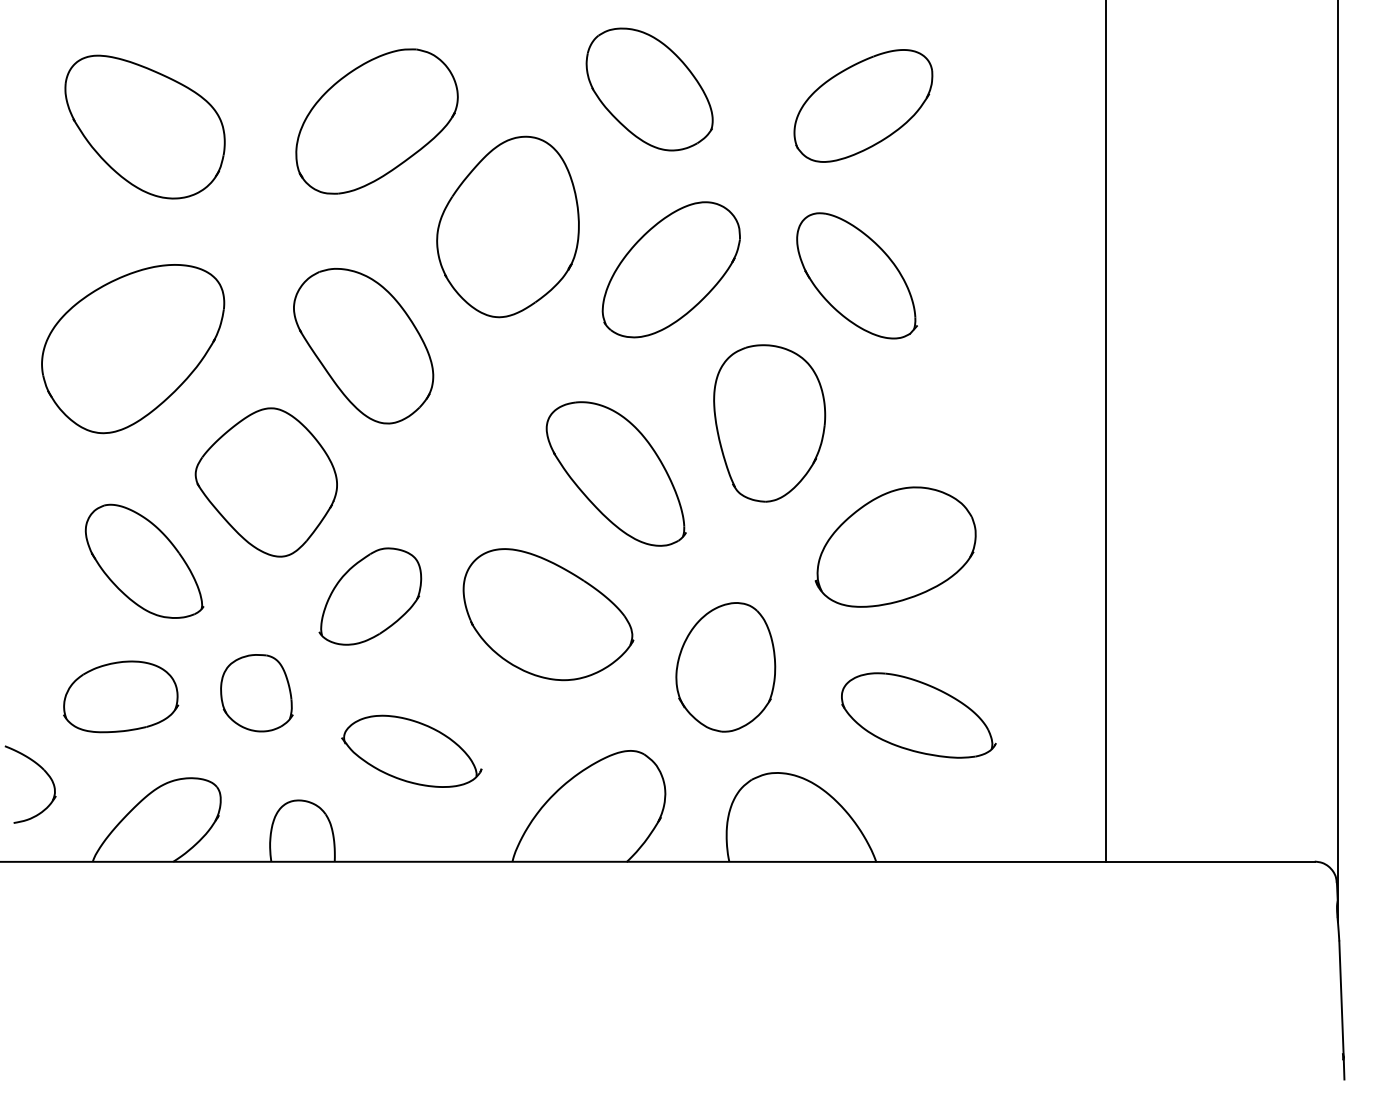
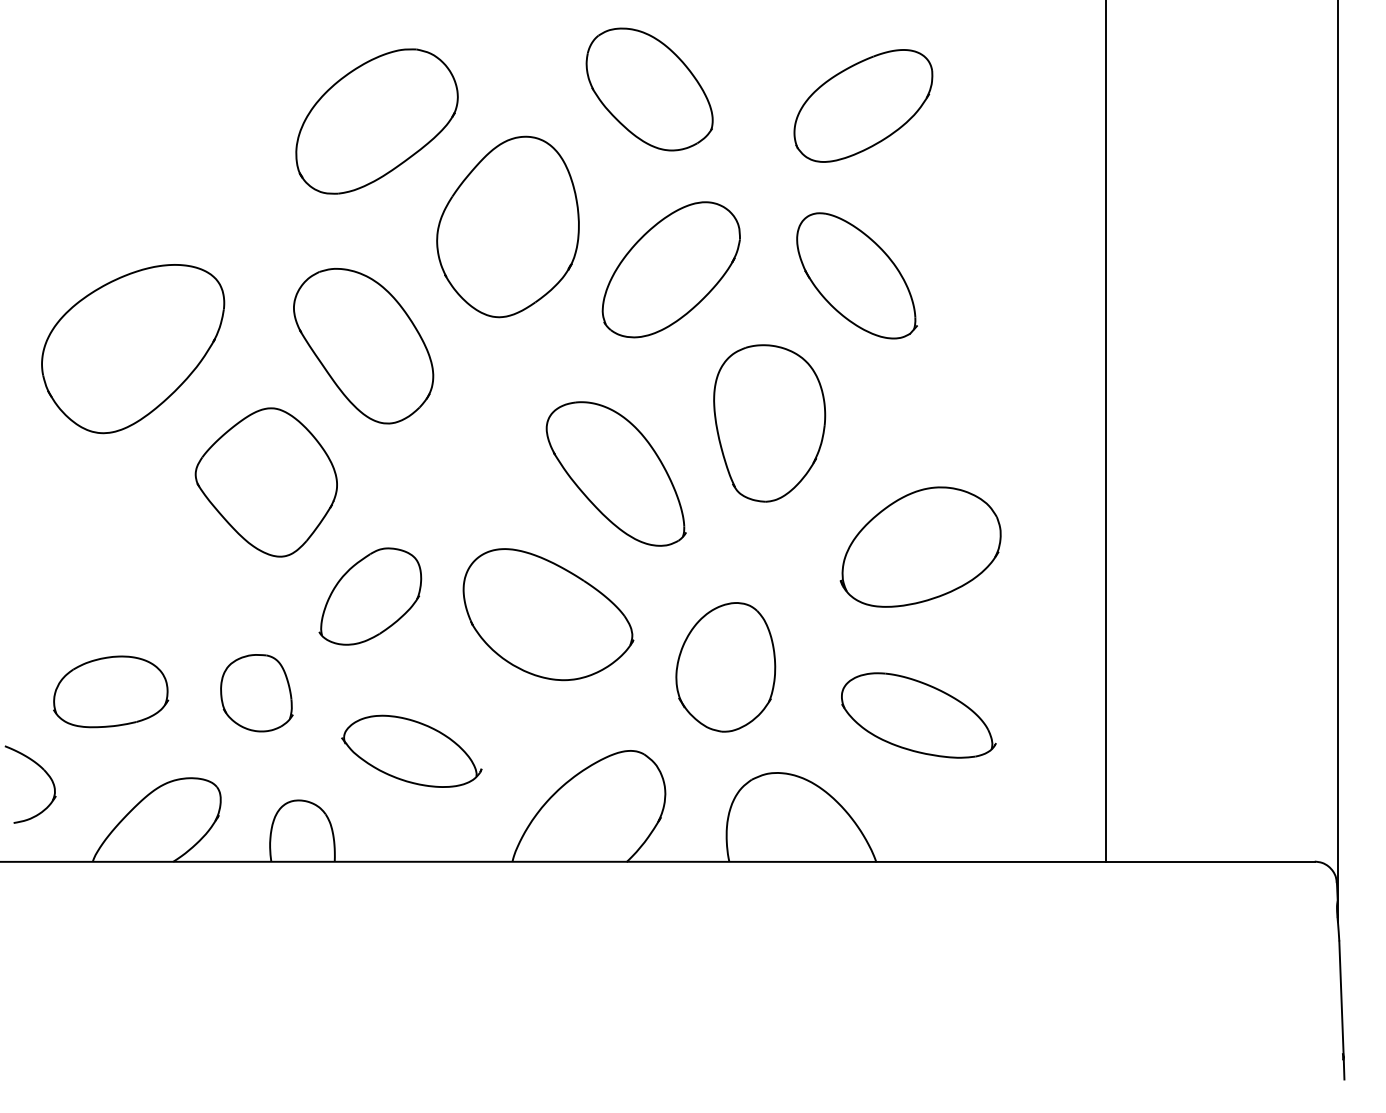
part at (144, 126): present -> none
part at (895, 546) position: (895, 546) -> (920, 546)
part at (144, 560): present -> none
part at (121, 696) position: (121, 696) -> (111, 691)
